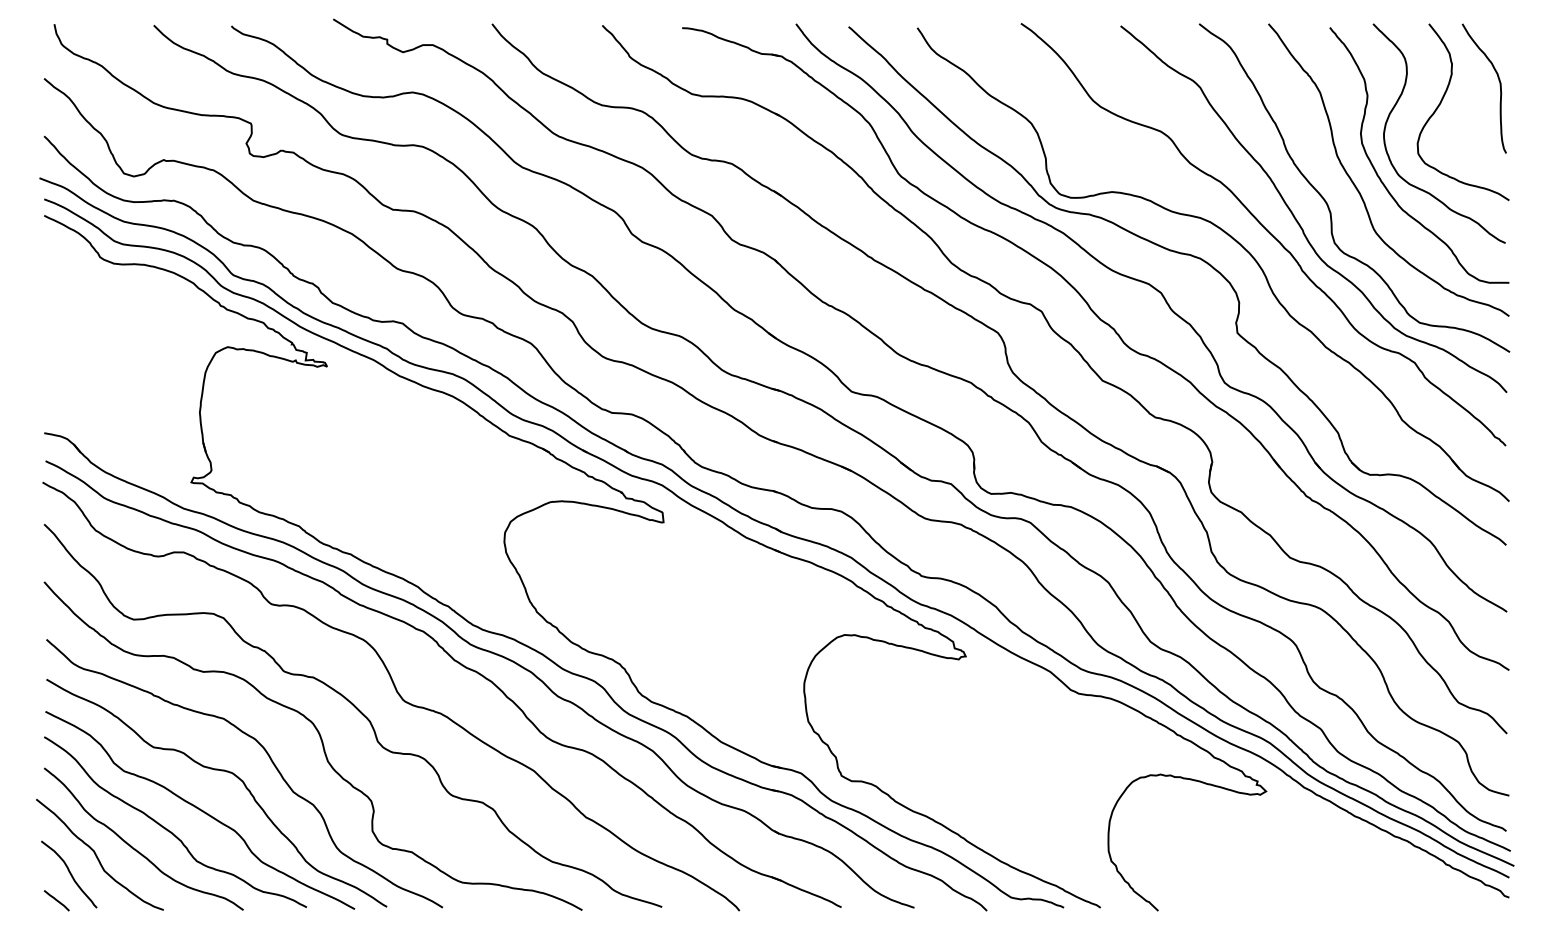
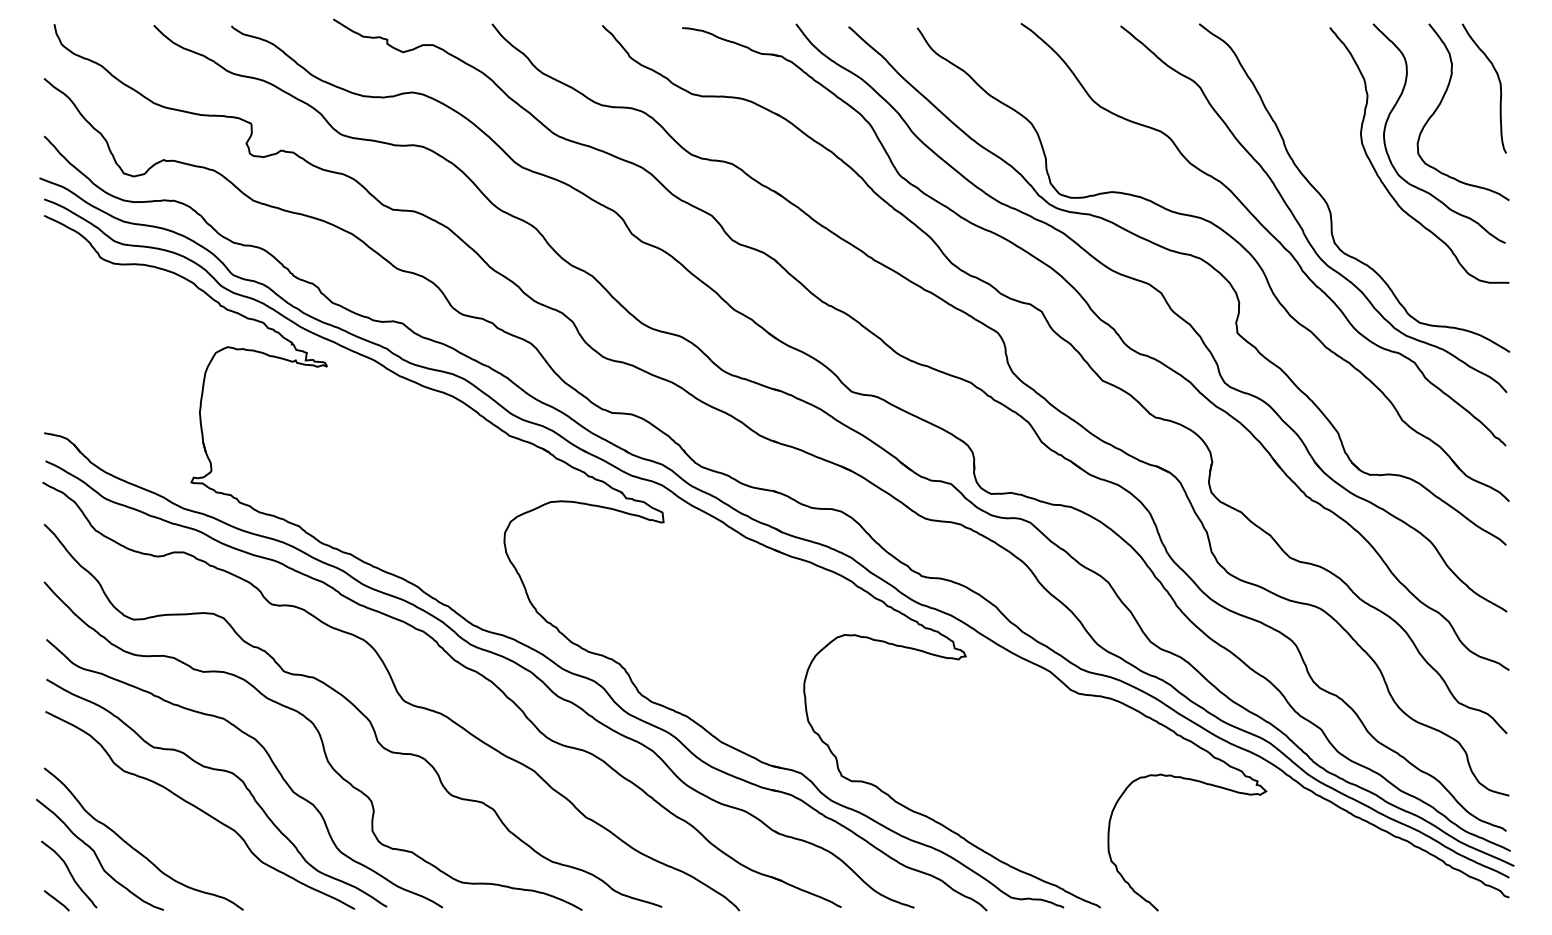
curve at (1357, 187): present -> none
curve at (167, 828): present -> none
